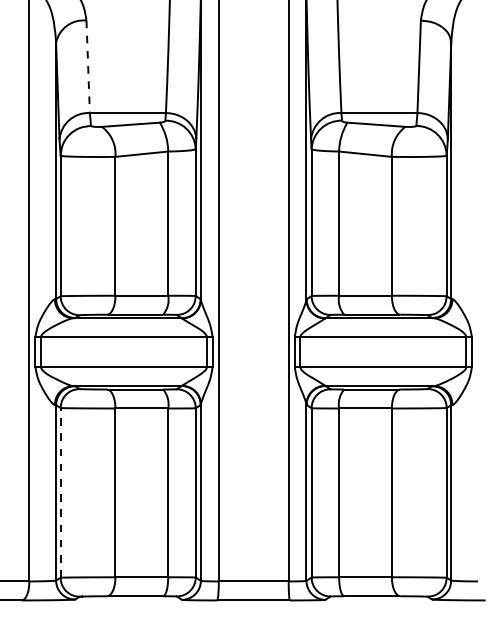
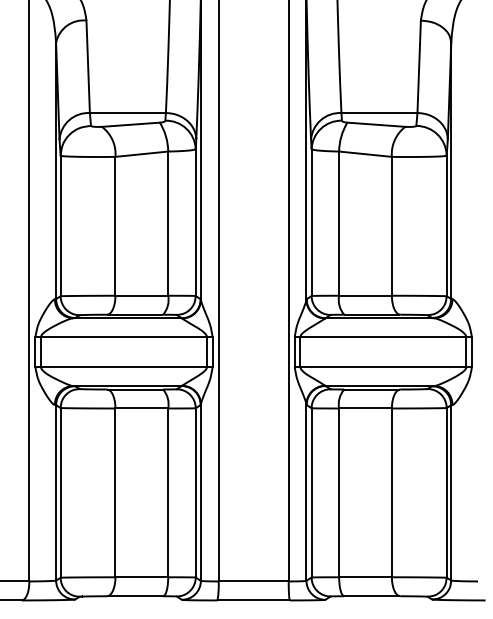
line at (88, 67): dashed -> solid
line at (60, 492): dashed -> solid
